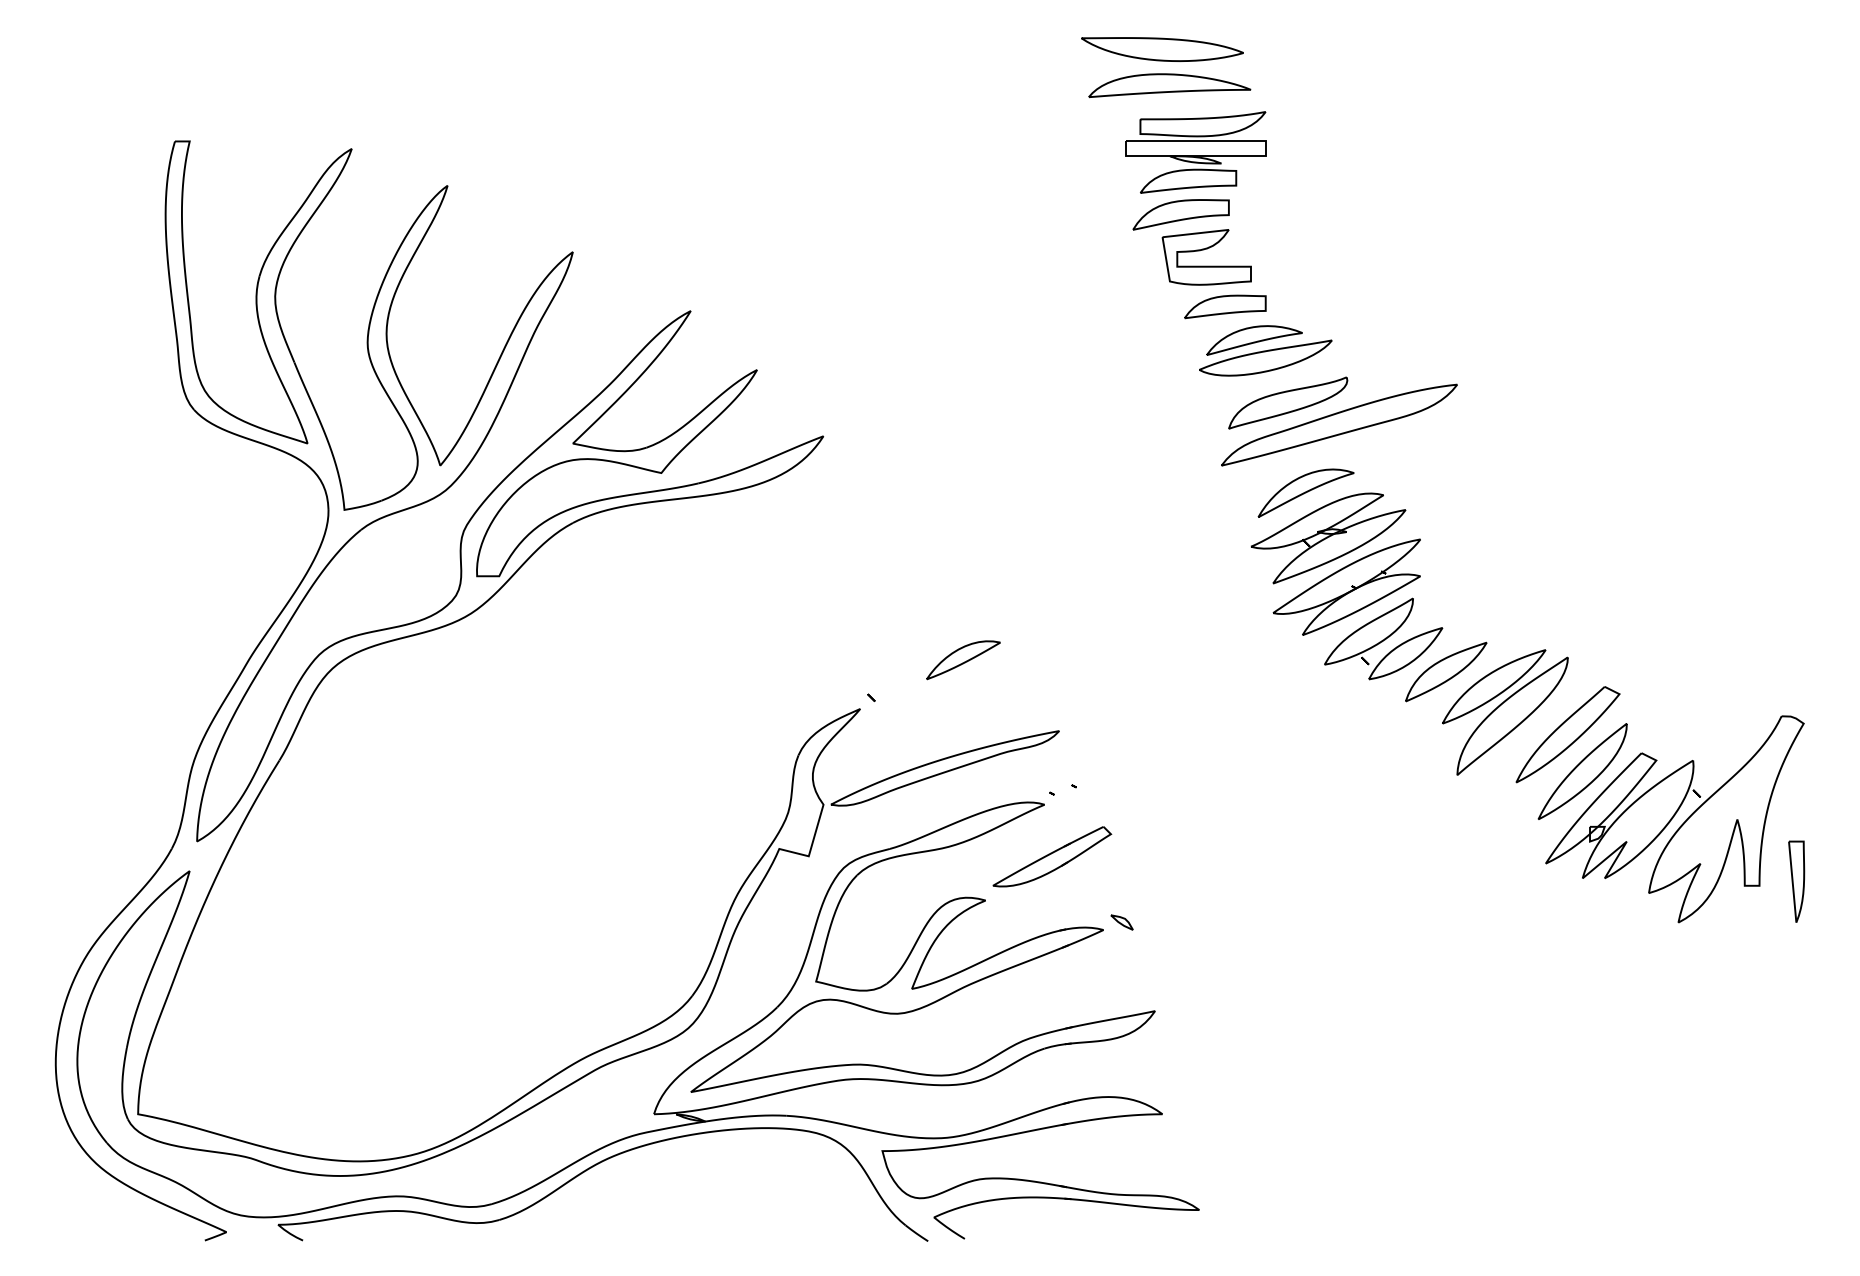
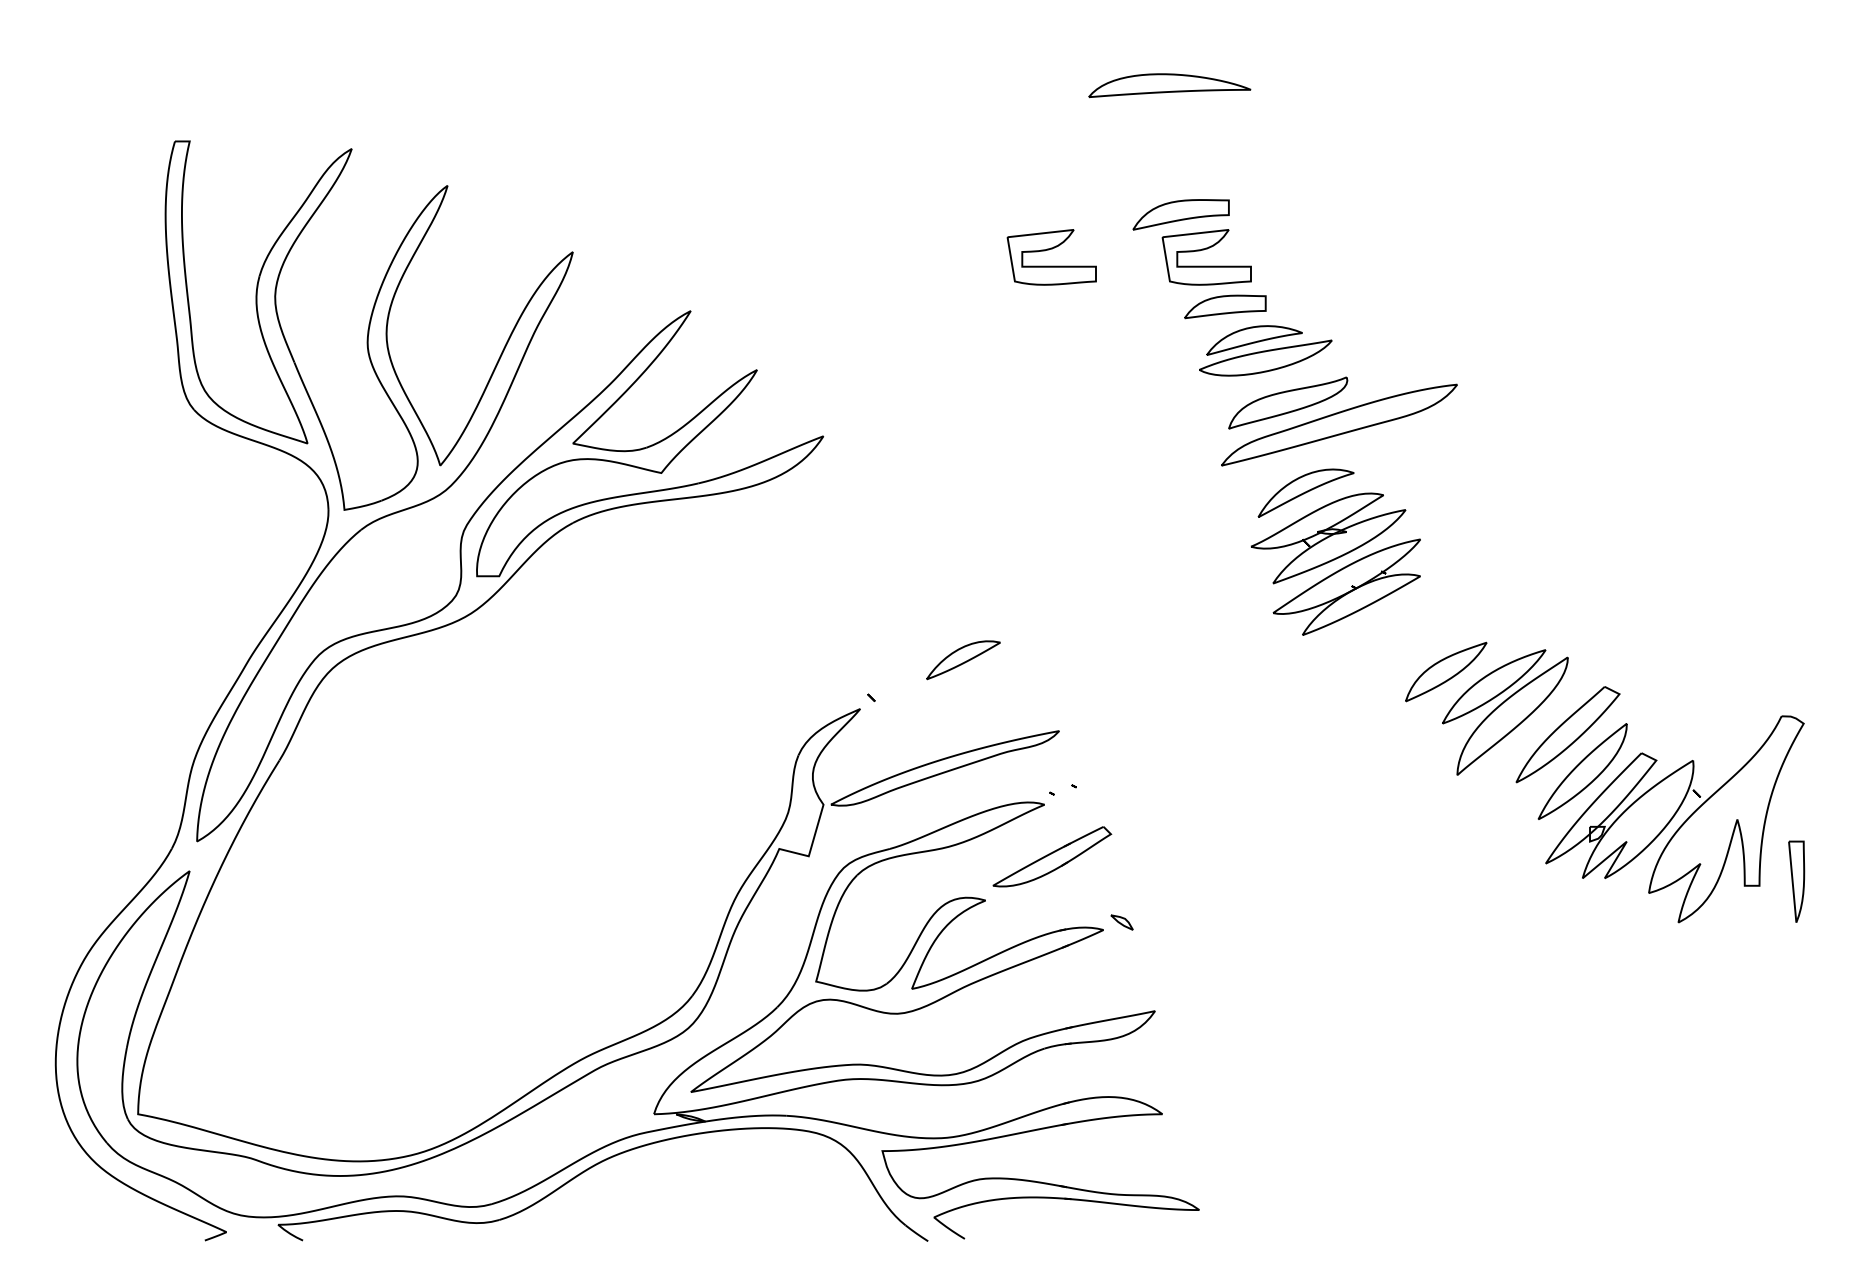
part at (1162, 49): present -> none
part at (1195, 152): present -> none
part at (1049, 250): none -> present
part at (1383, 638): present -> none
